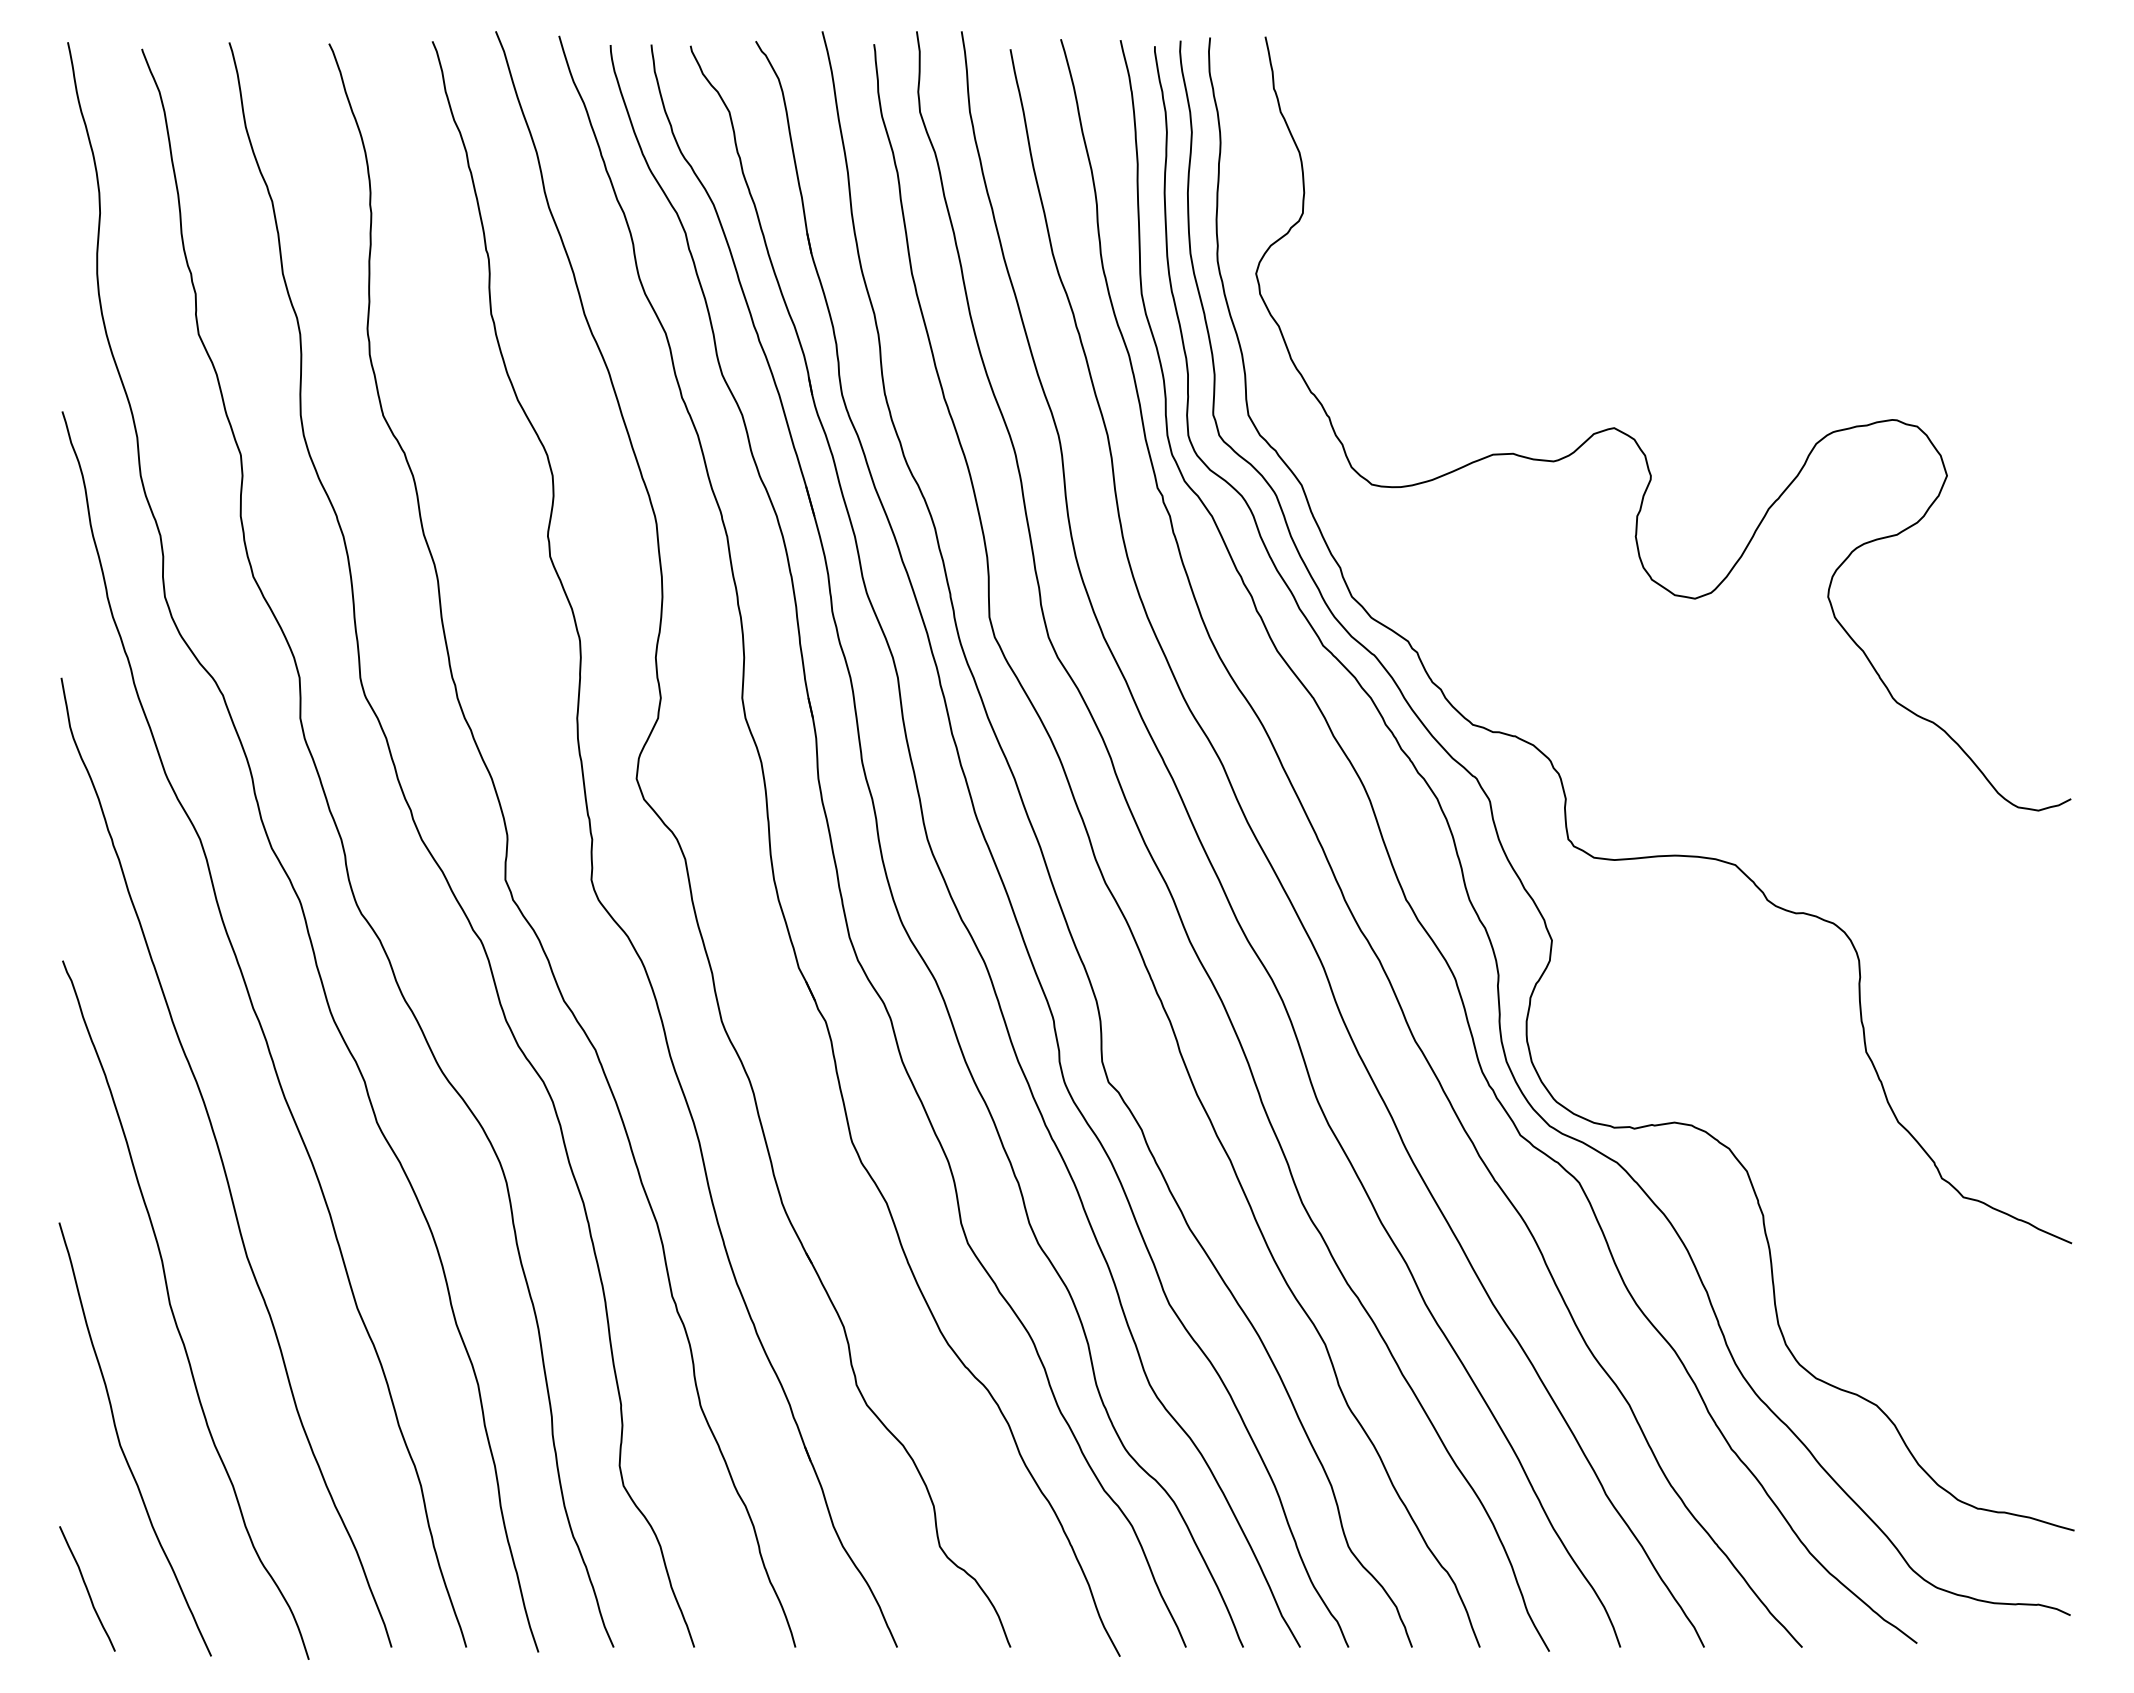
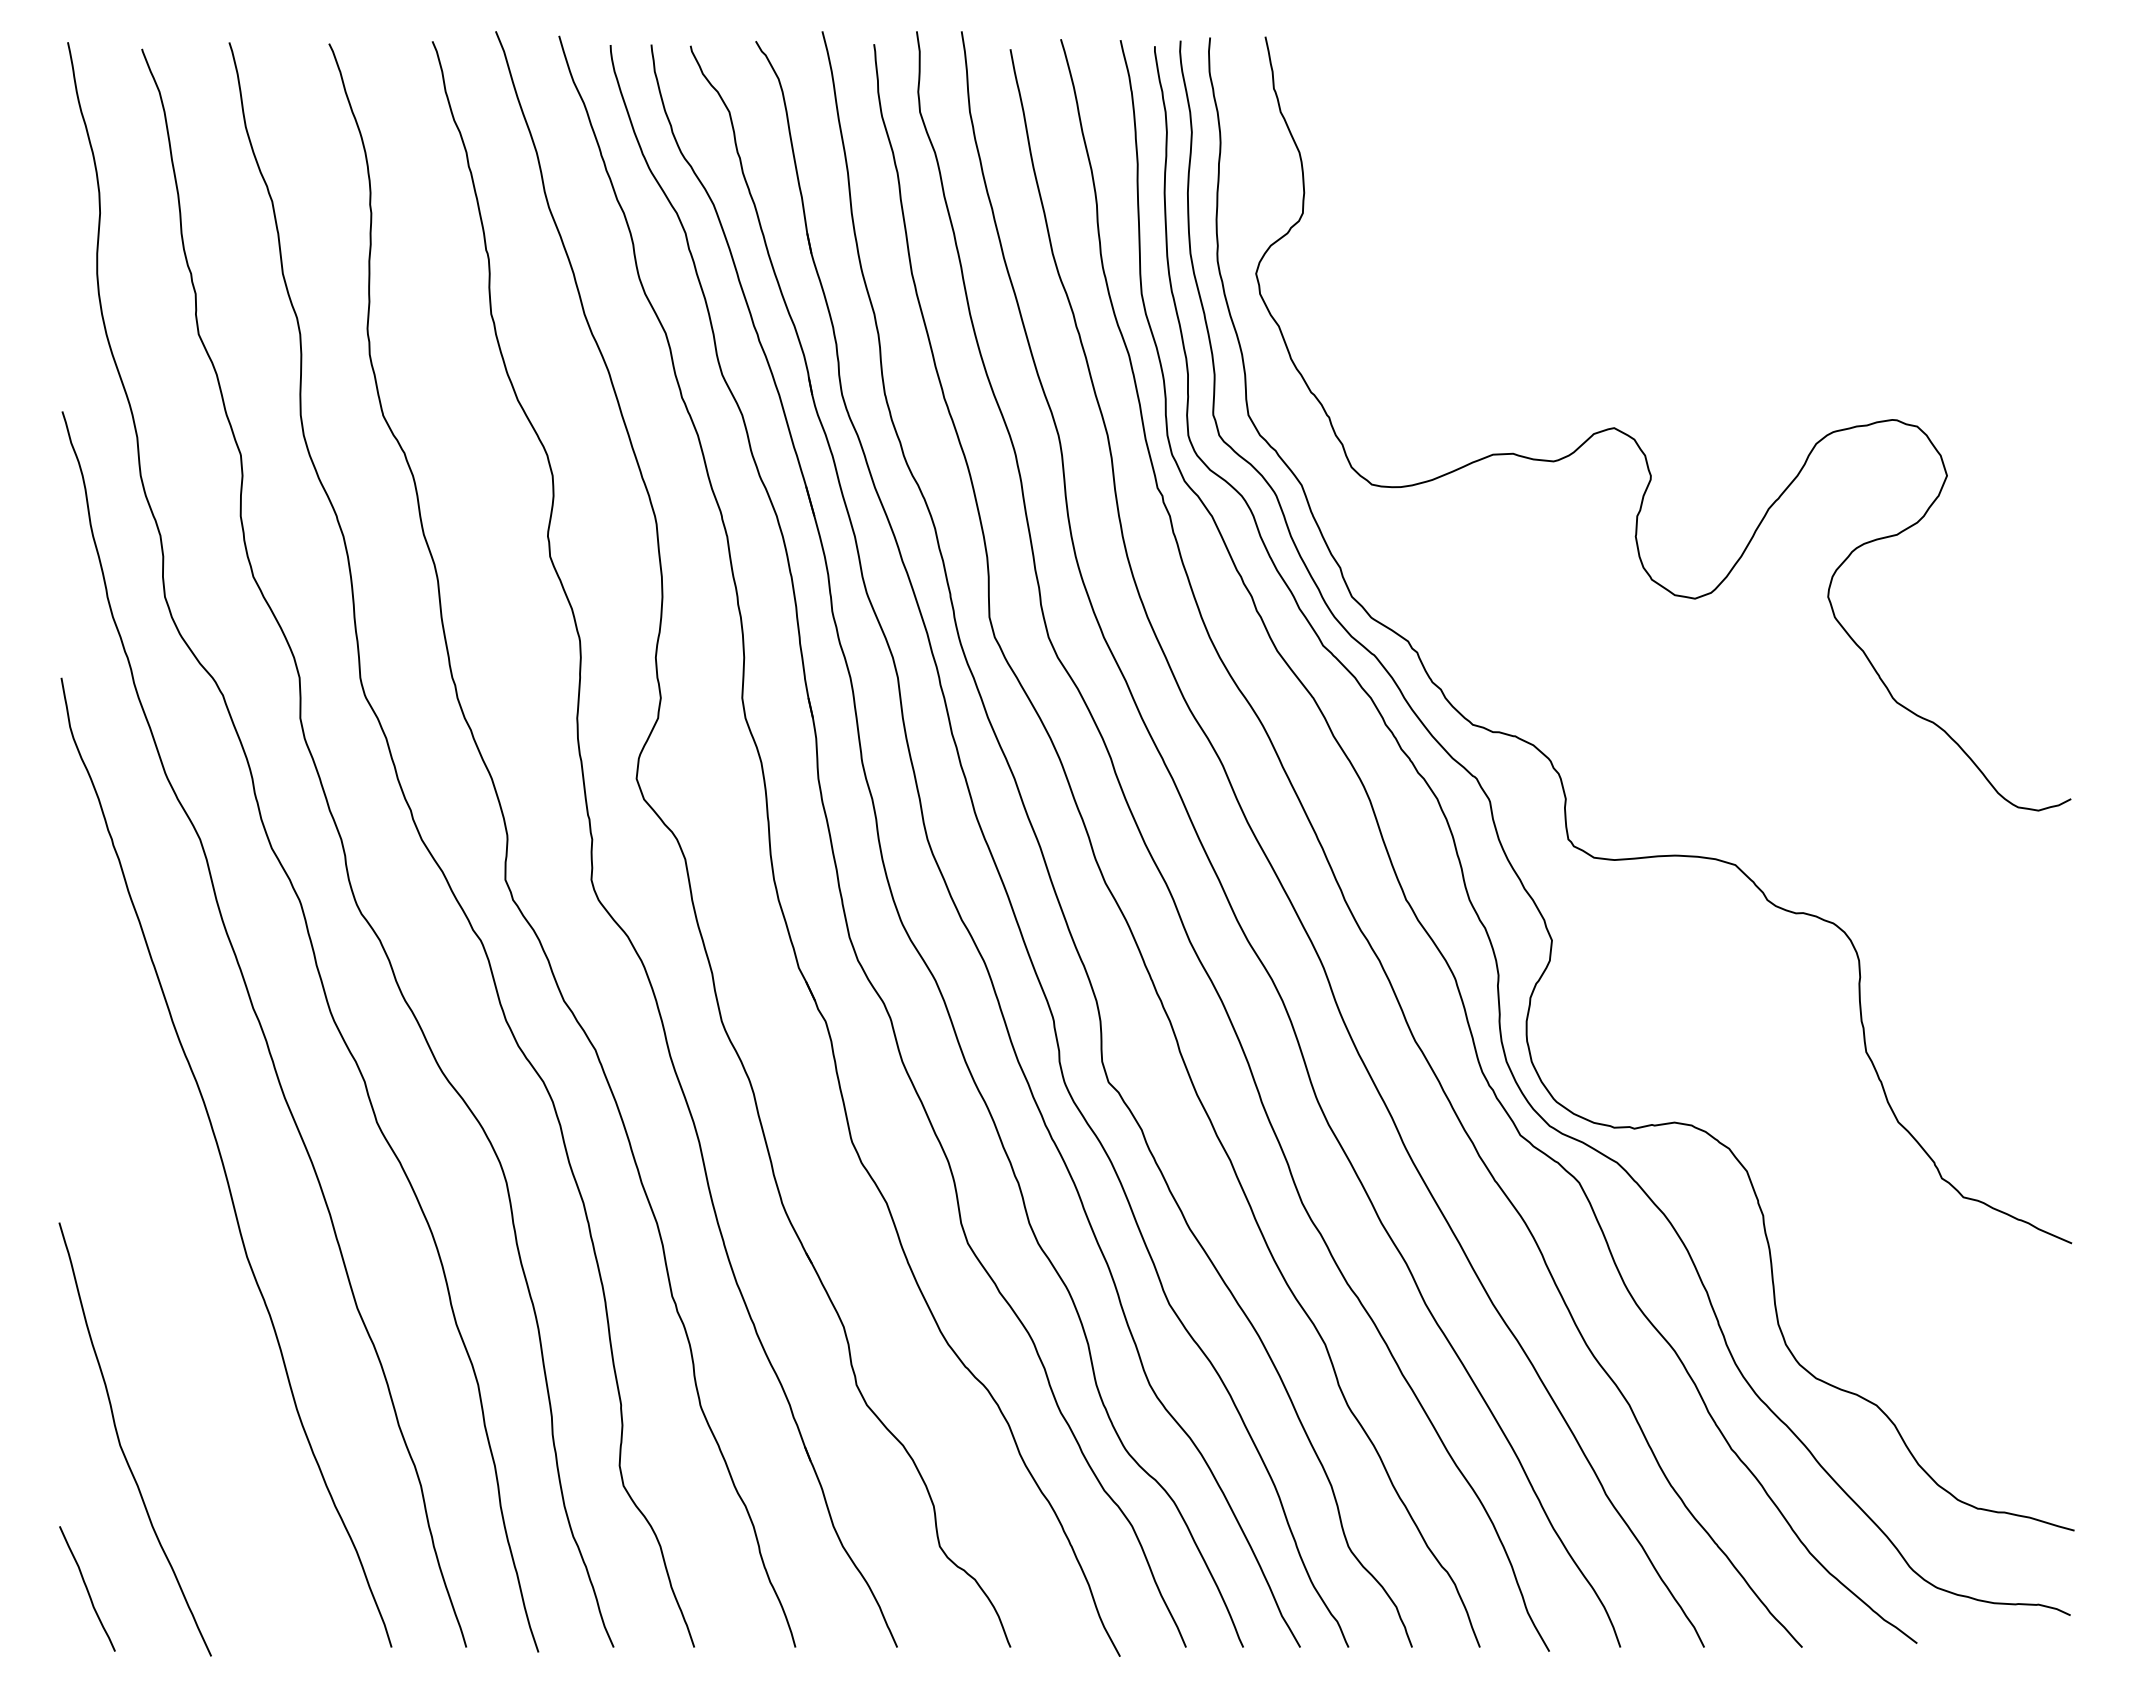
curve at (174, 1314): present -> none
